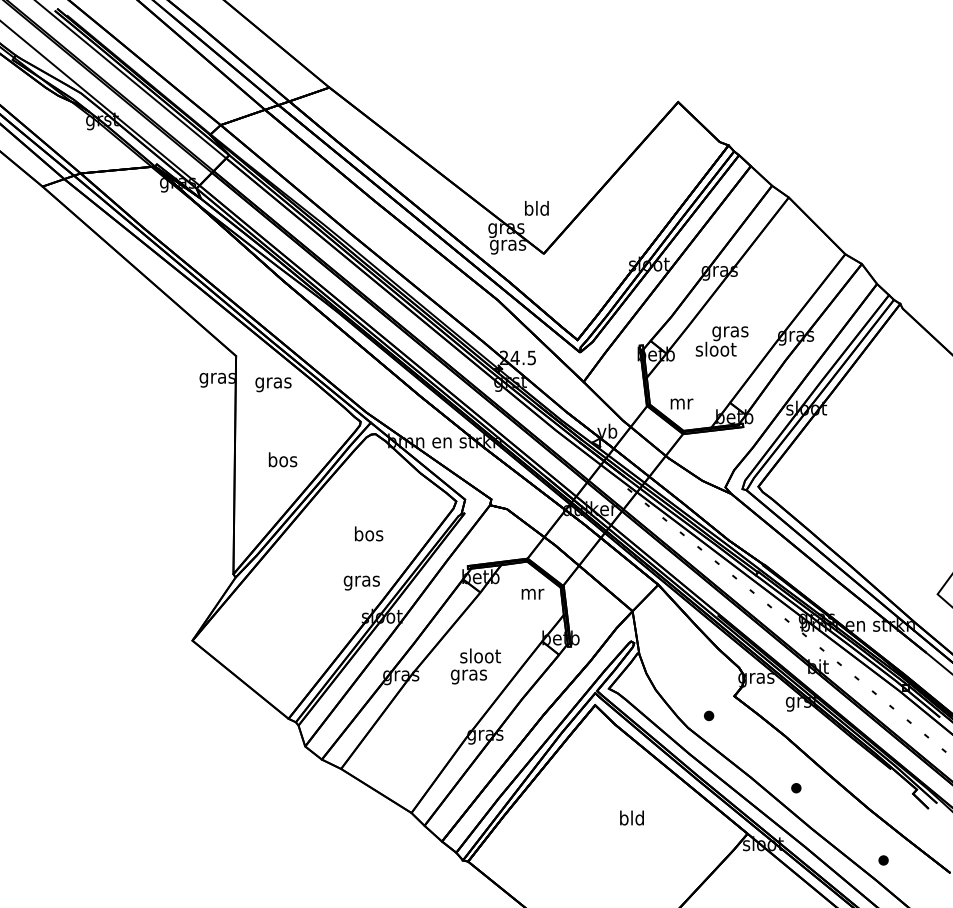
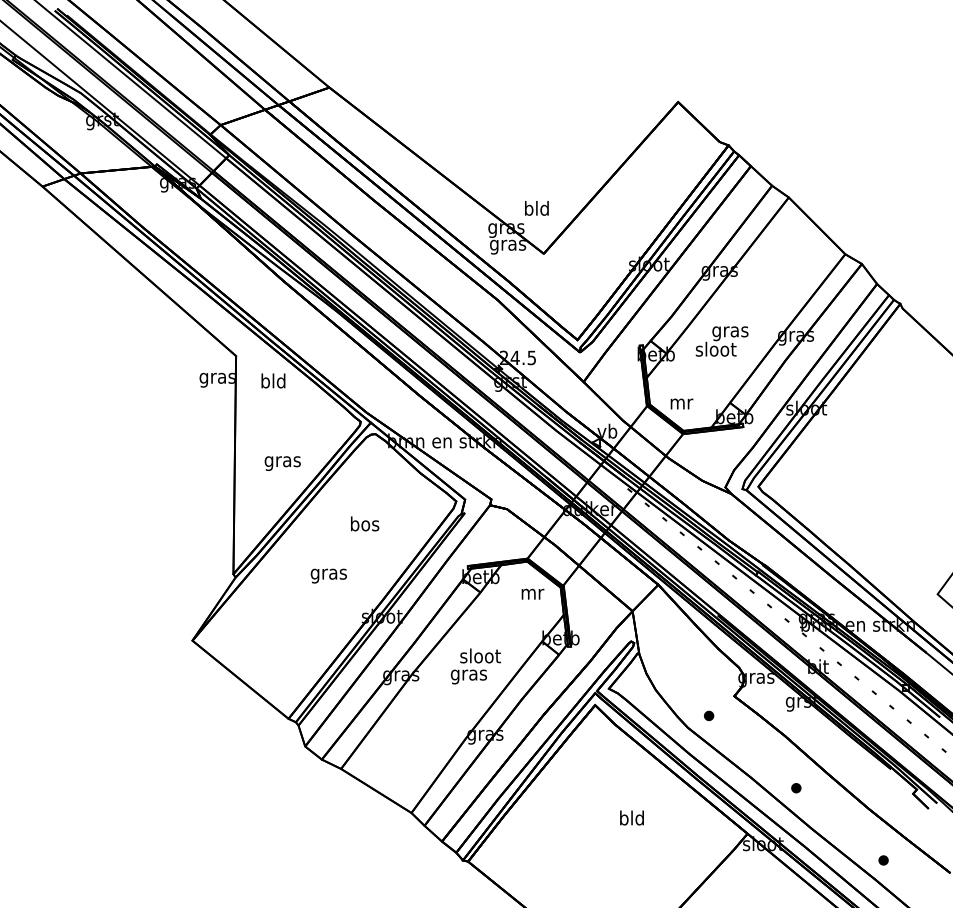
text at (273, 382): gras -> bld
text at (282, 461): bos -> gras
text at (369, 533) position: (369, 533) -> (365, 523)
text at (361, 582) position: (361, 582) -> (328, 575)
